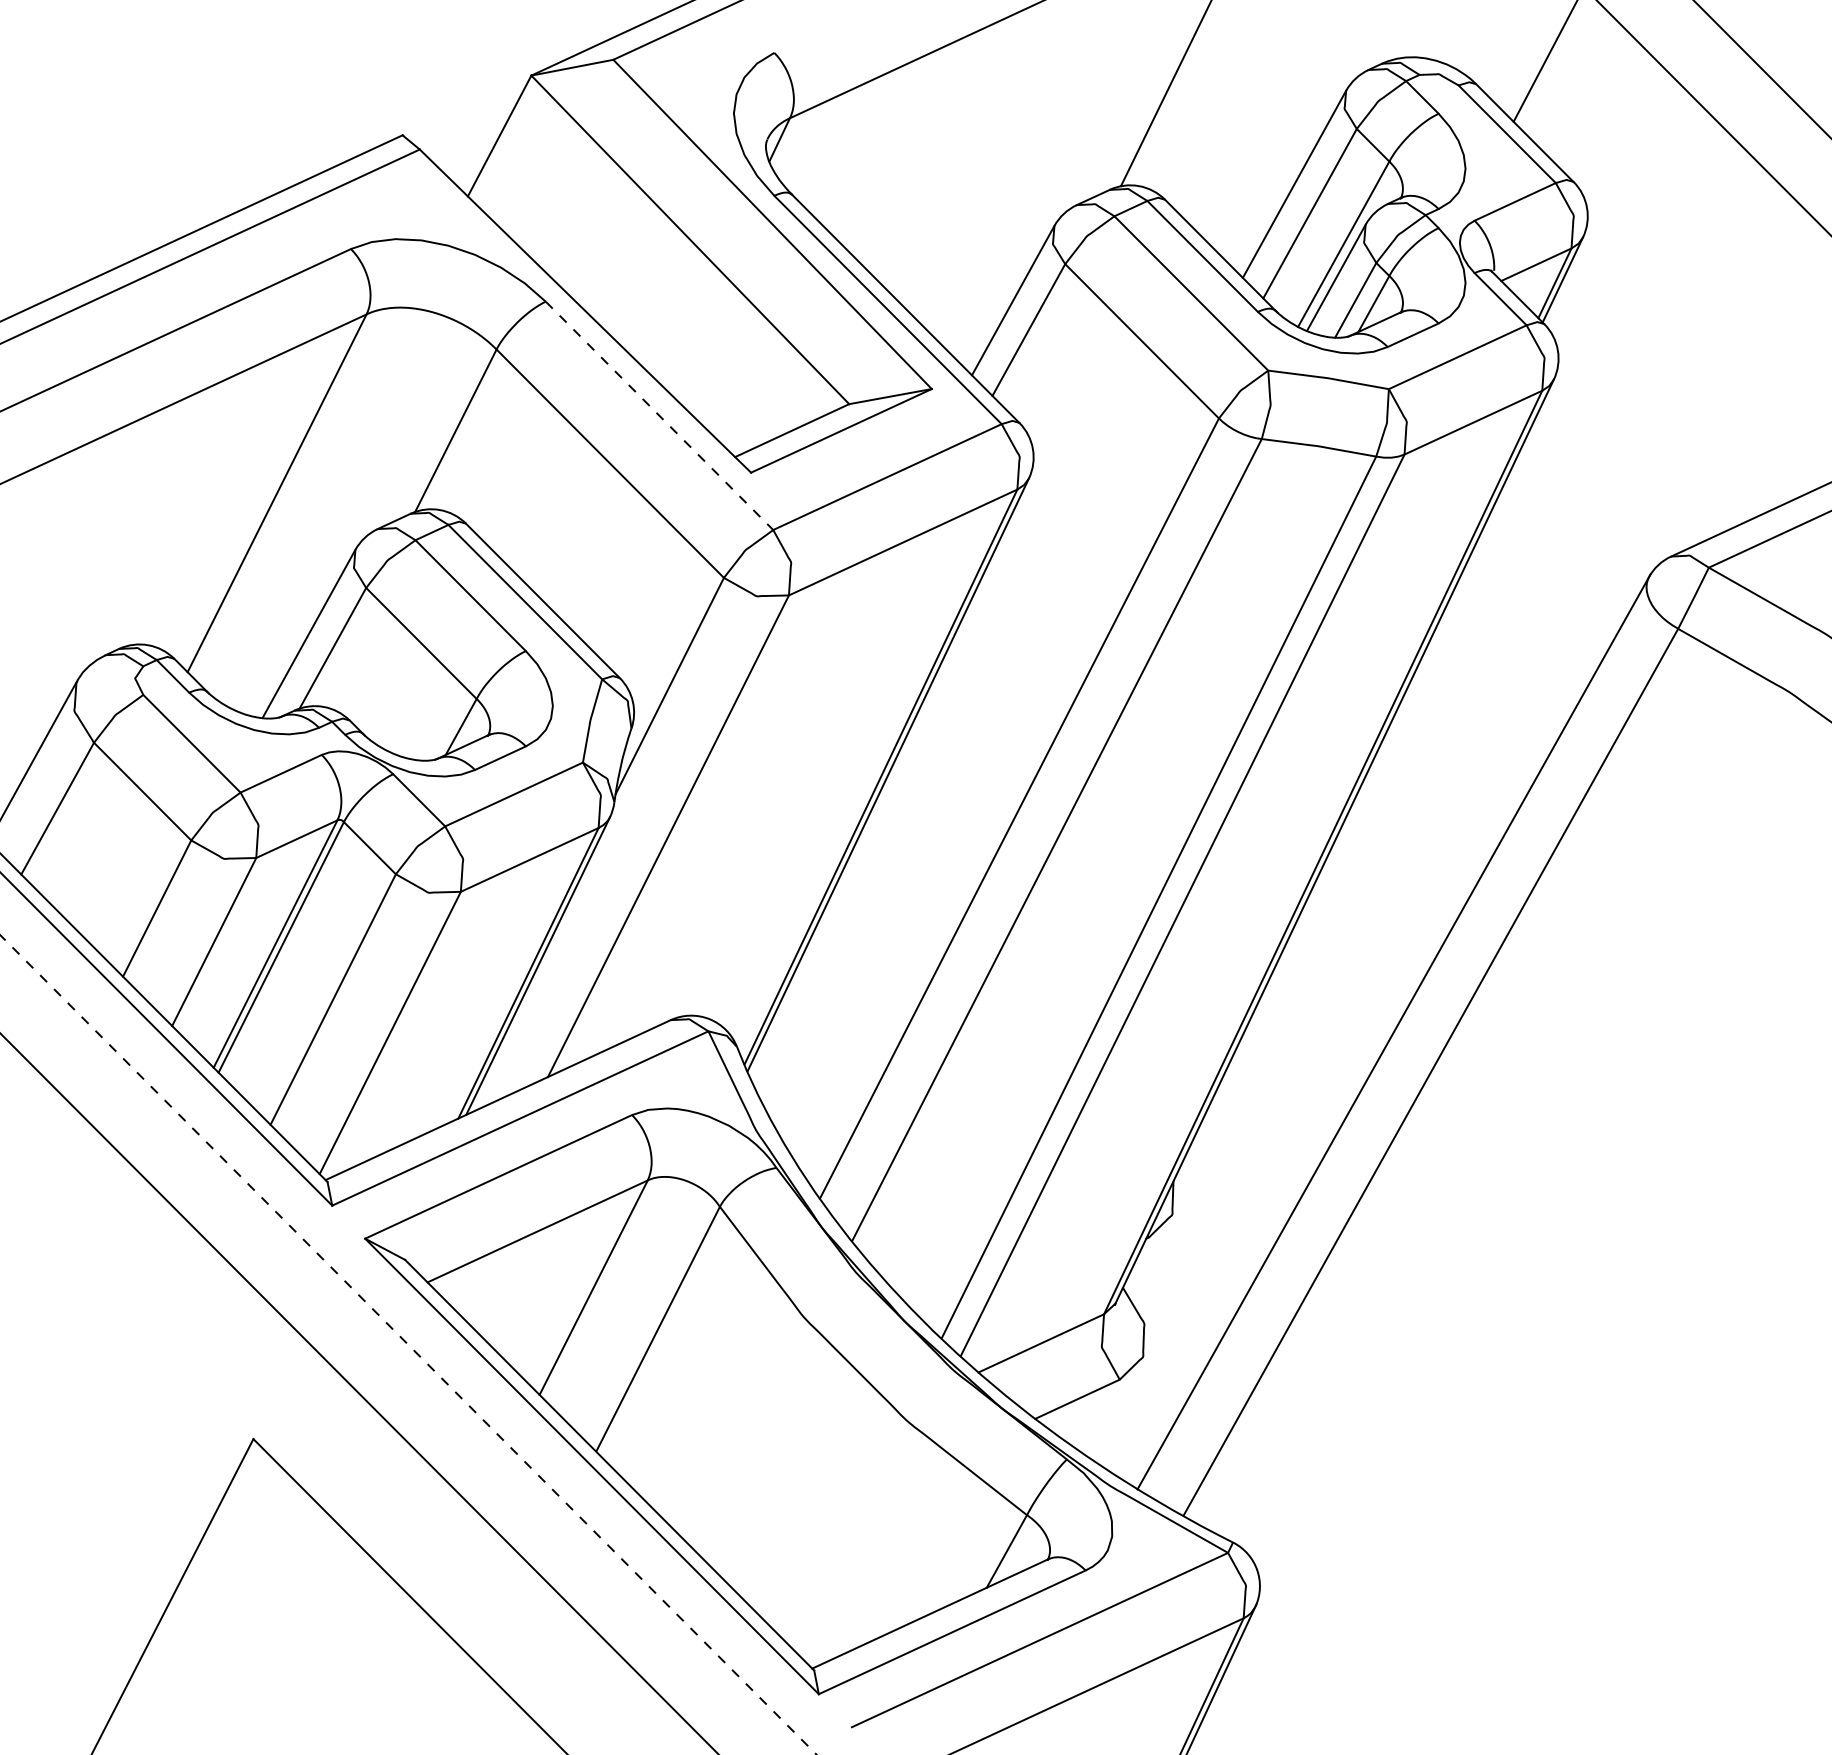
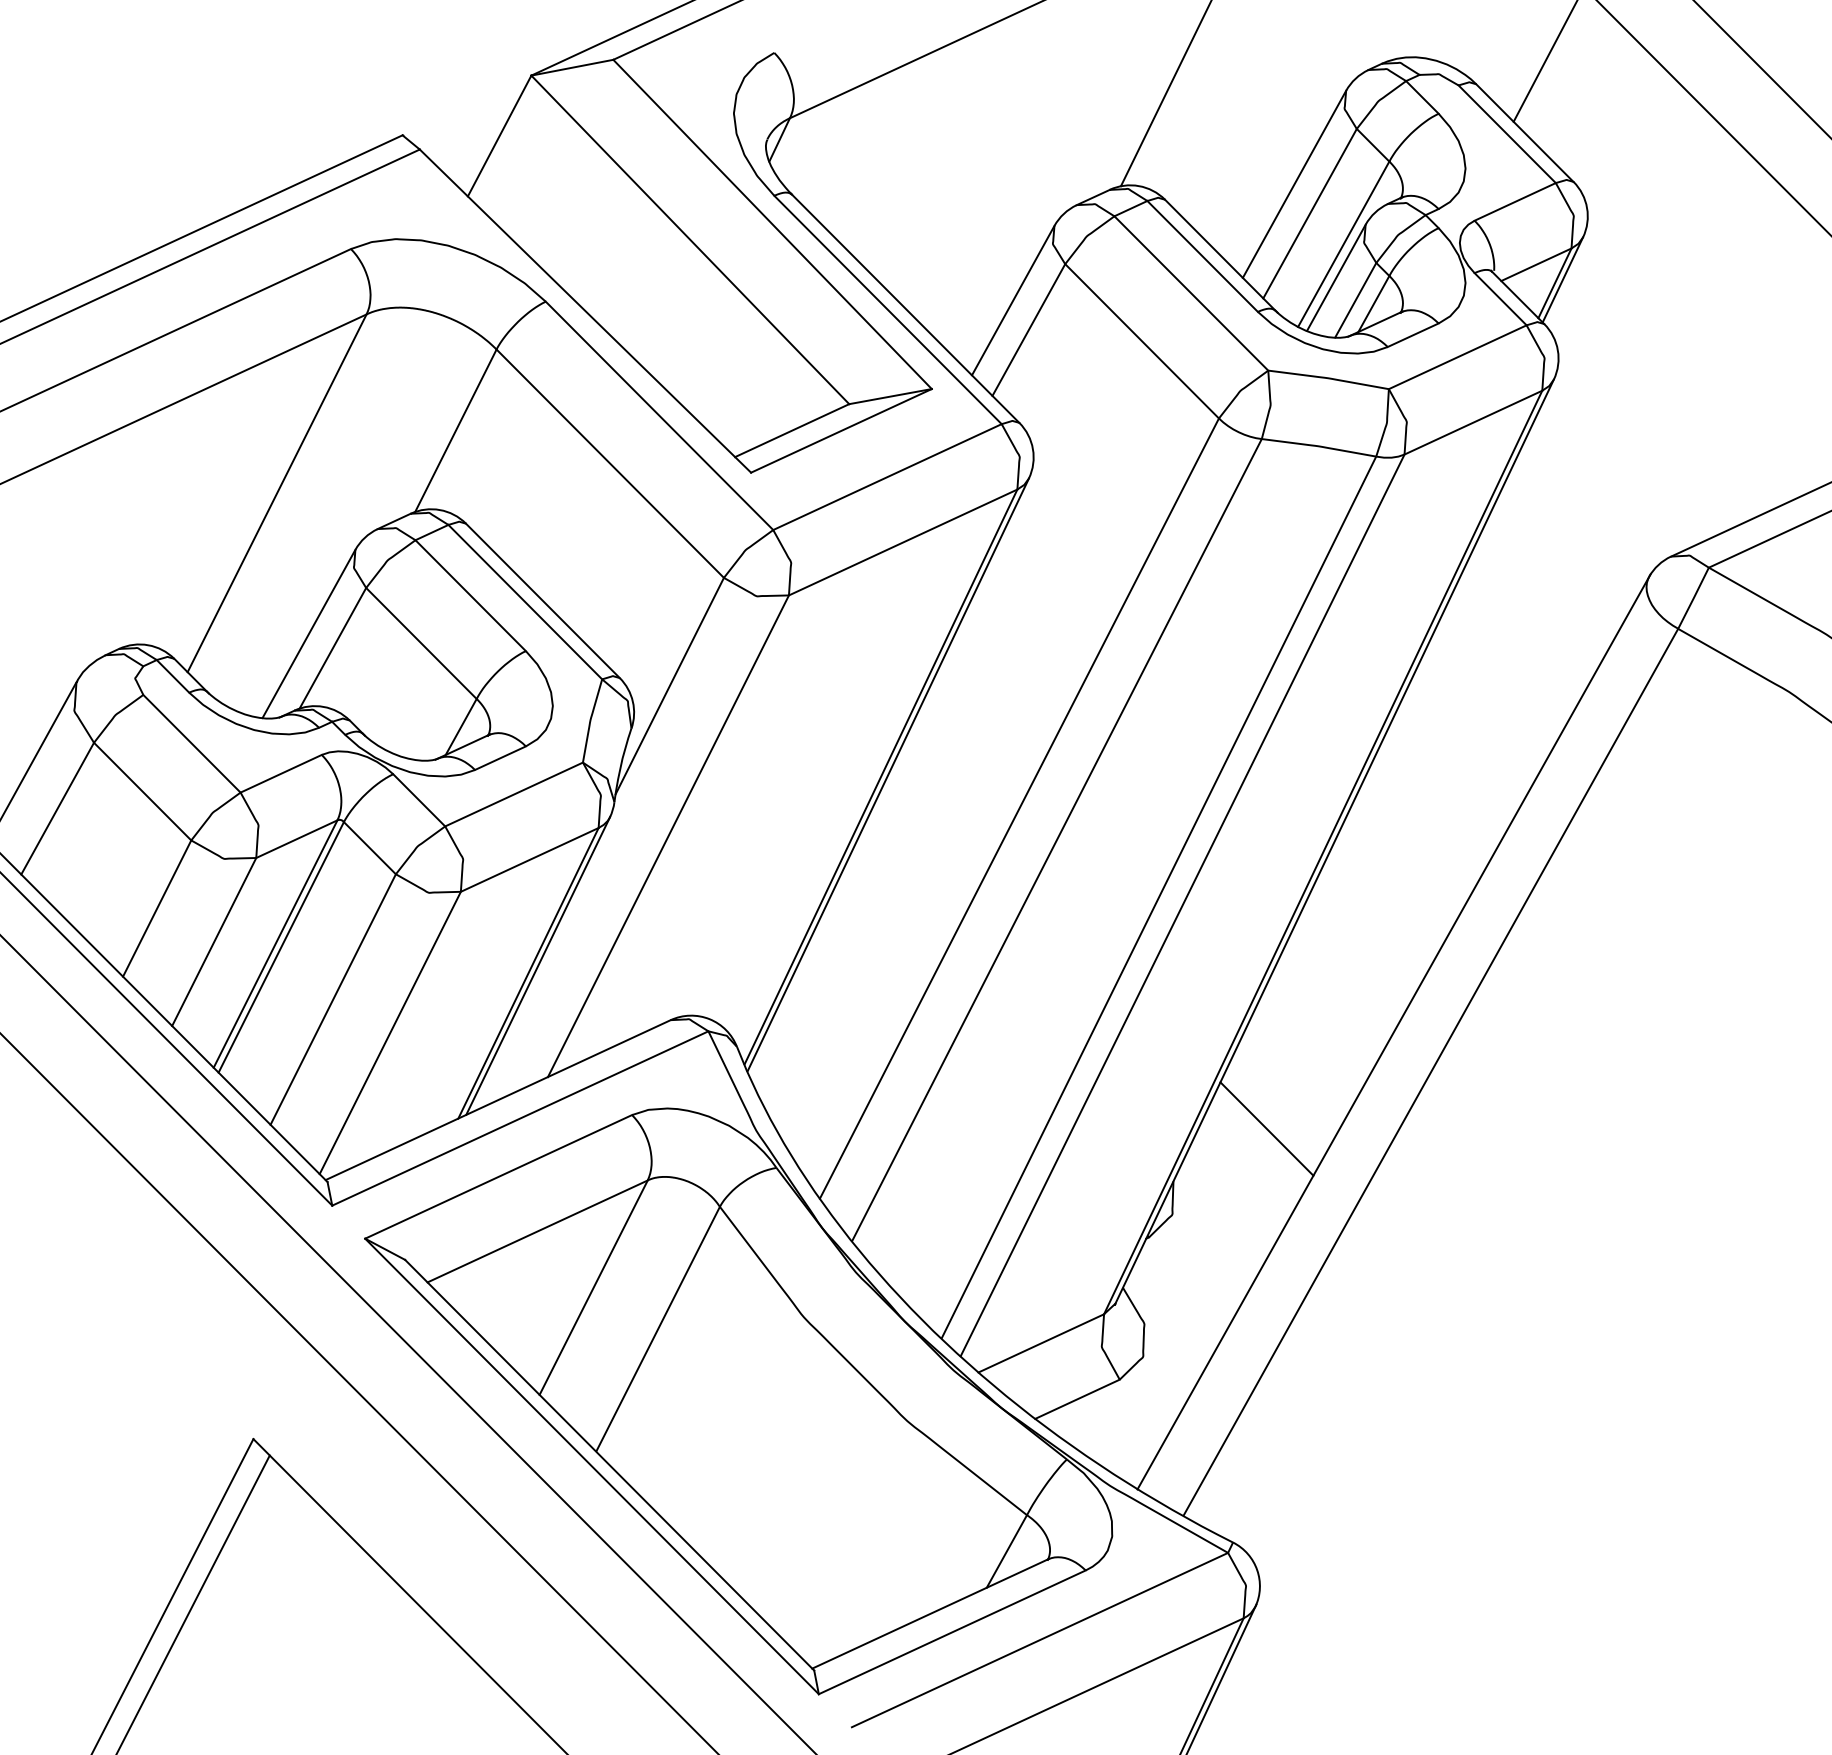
line at (659, 416): dashed -> solid
line at (1266, 1128): none -> present
line at (408, 1345): dashed -> solid
line at (193, 1603): none -> present
